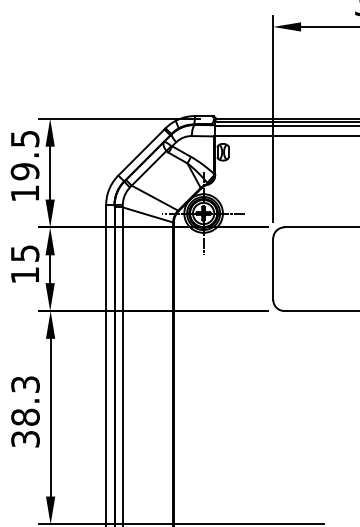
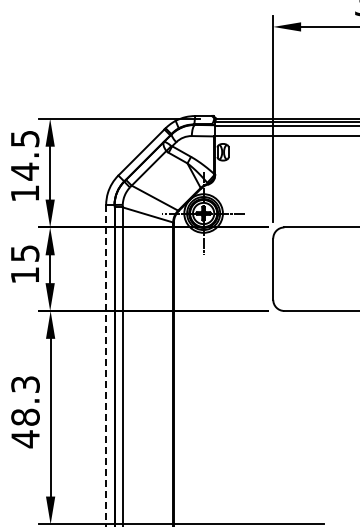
text at (24, 171): 19.5 -> 14.5
line at (106, 365): solid -> dashed
text at (25, 439): 38.3 -> 48.3
